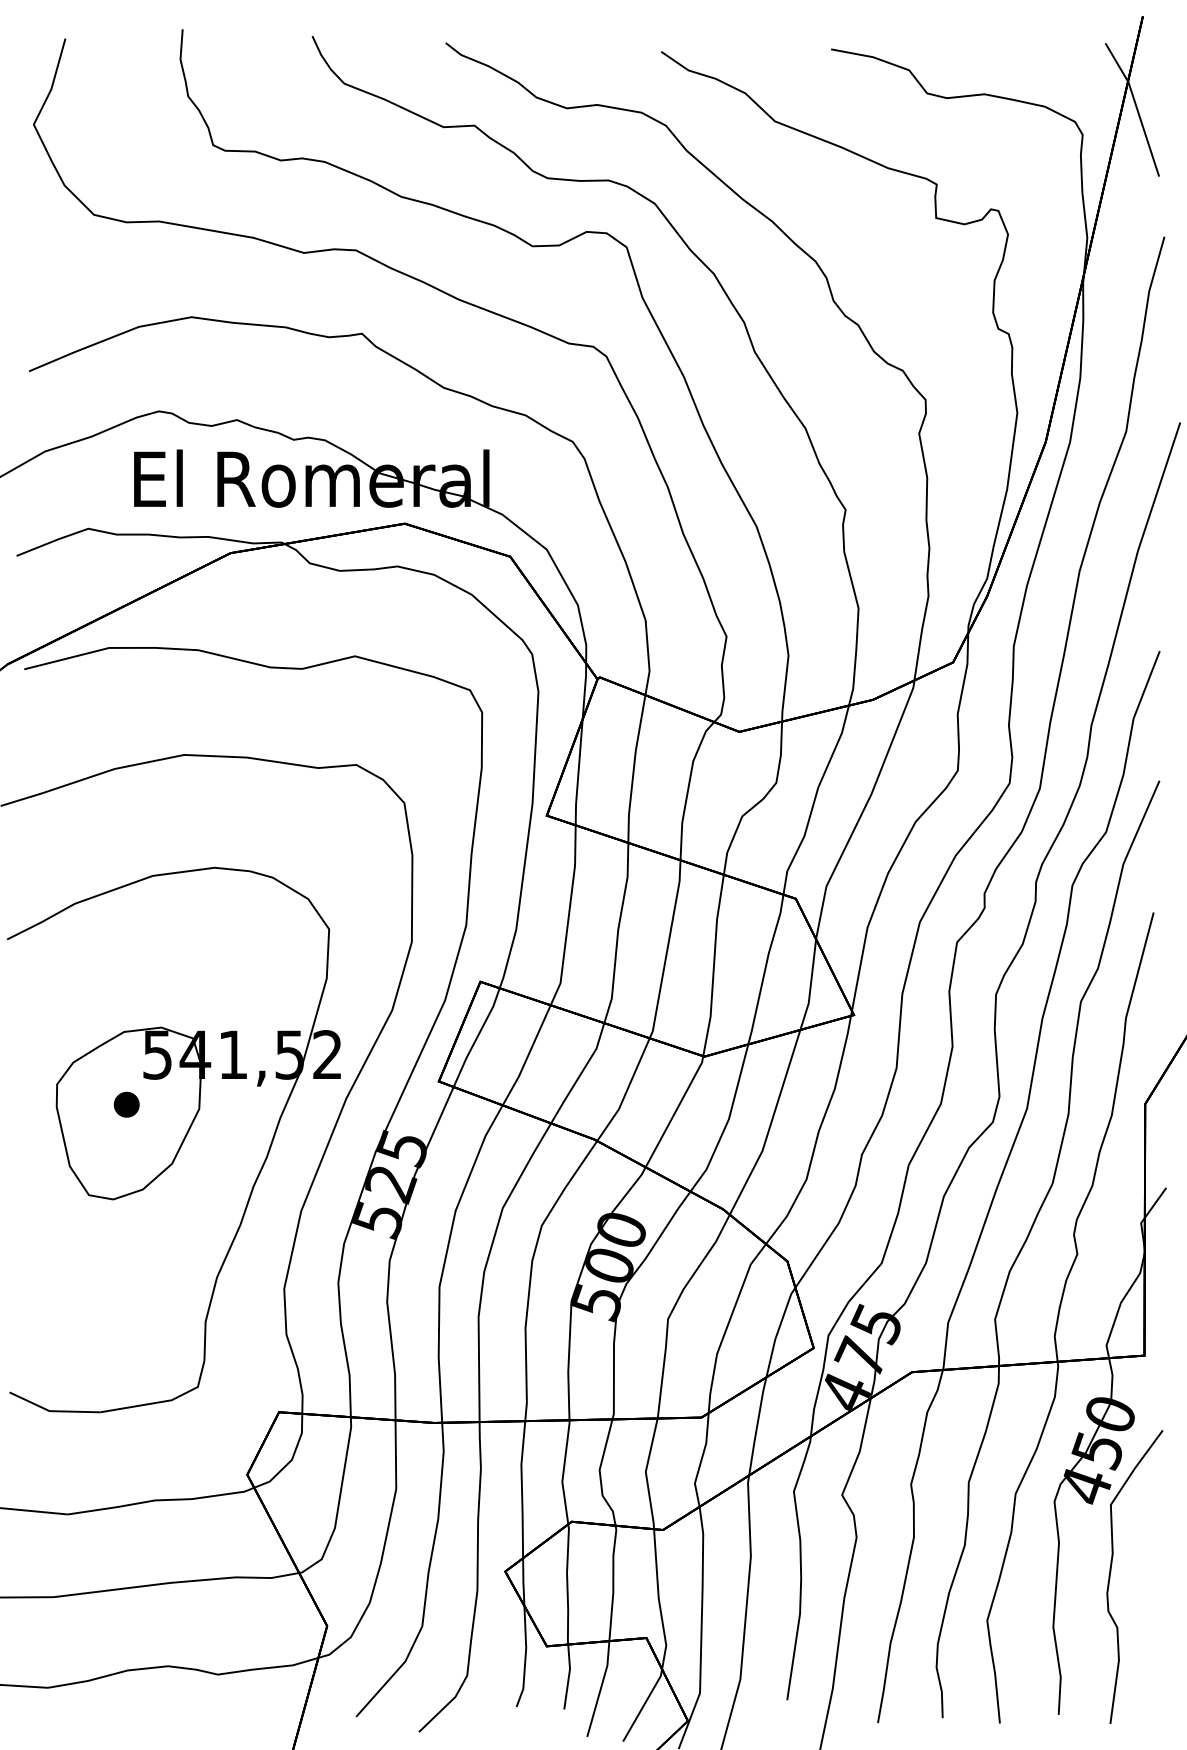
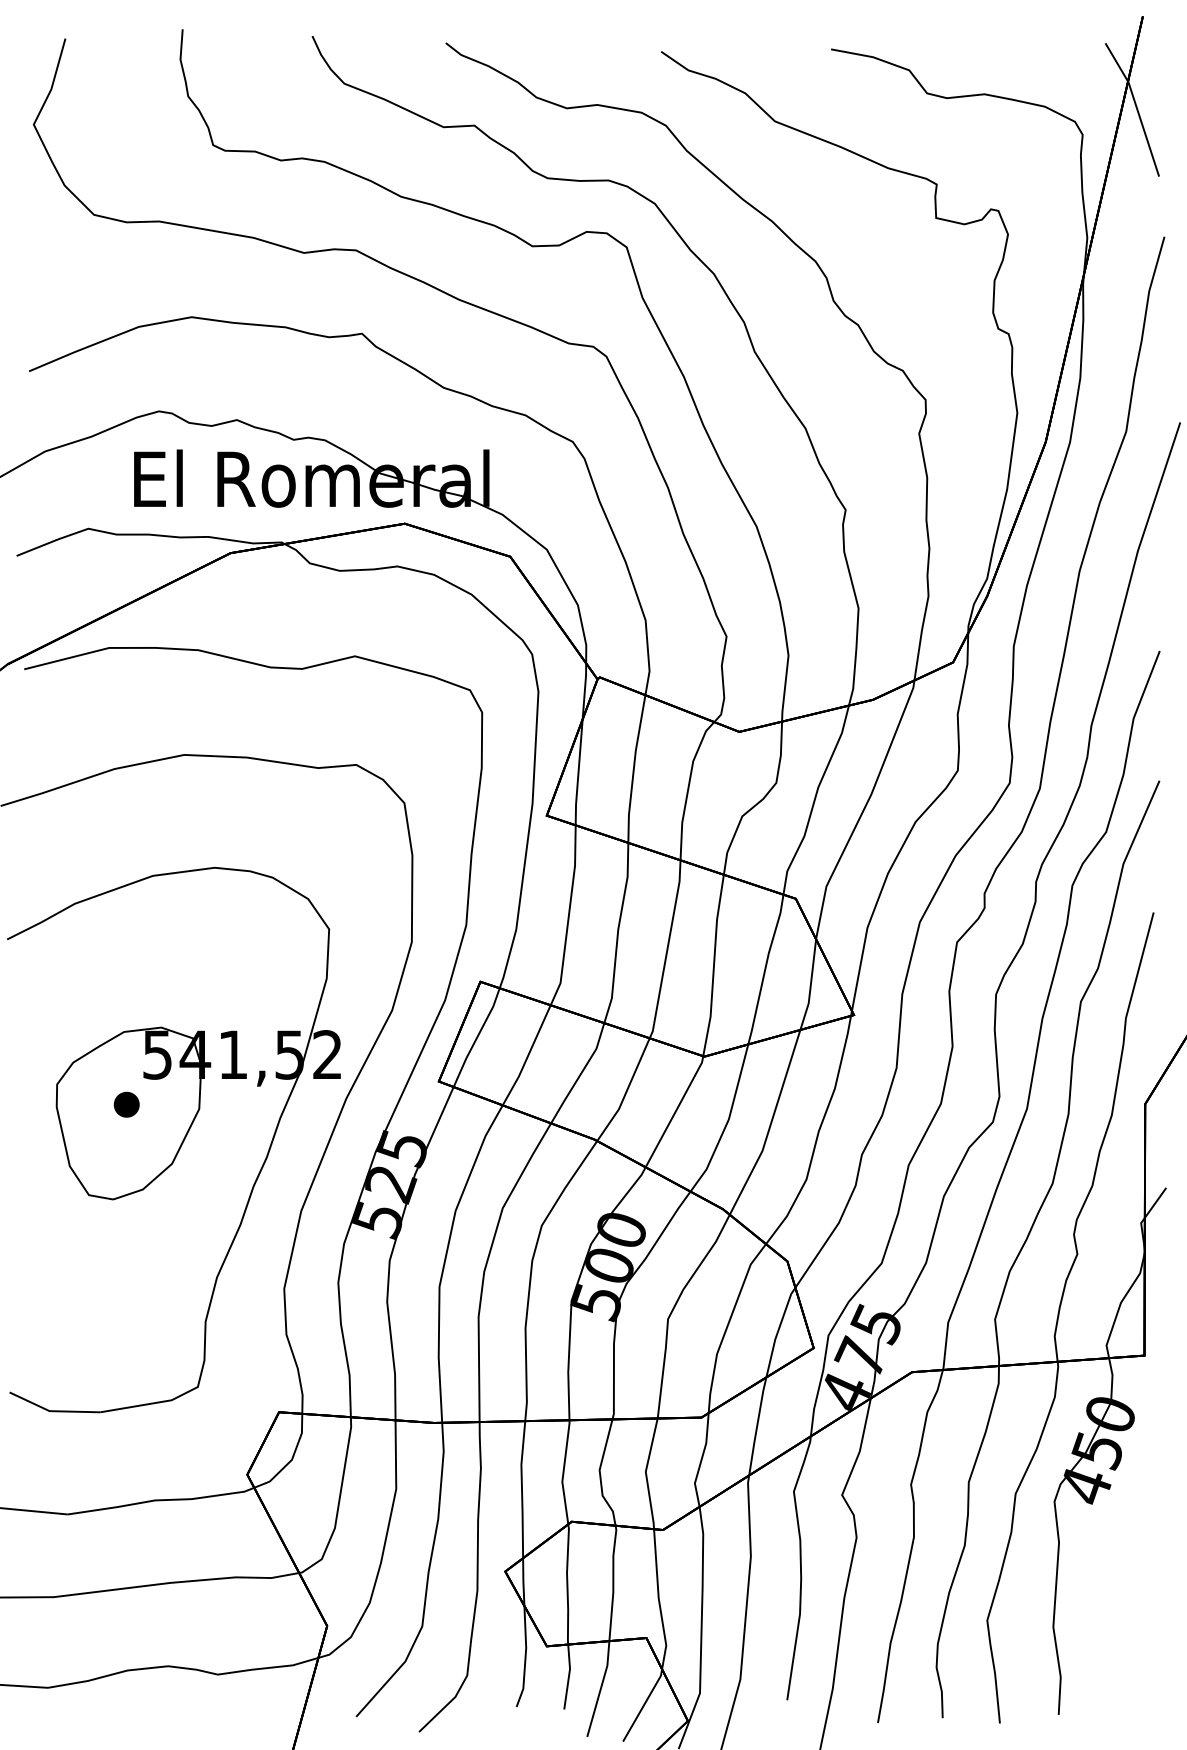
part at (1111, 1572): present -> none
